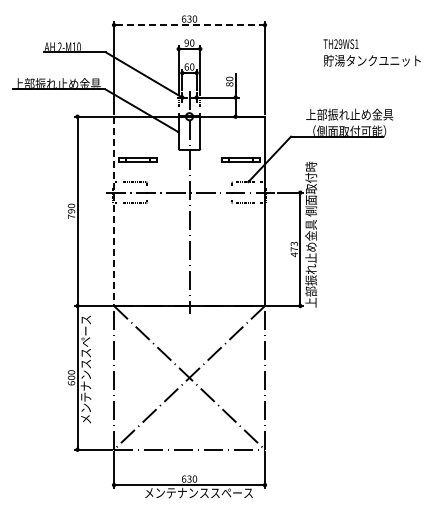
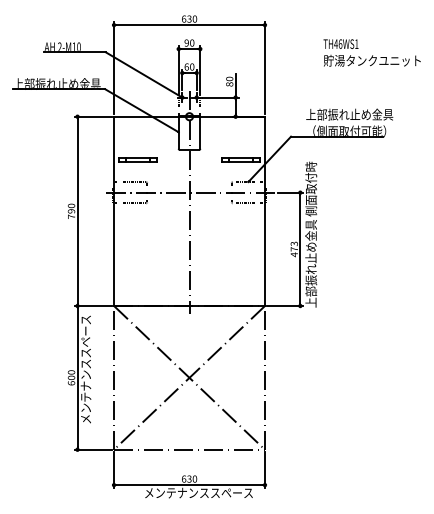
line at (190, 25): dashed -> solid
text at (338, 43): TH29WS1 -> TH46WS1
line at (114, 211): dashed -> solid
